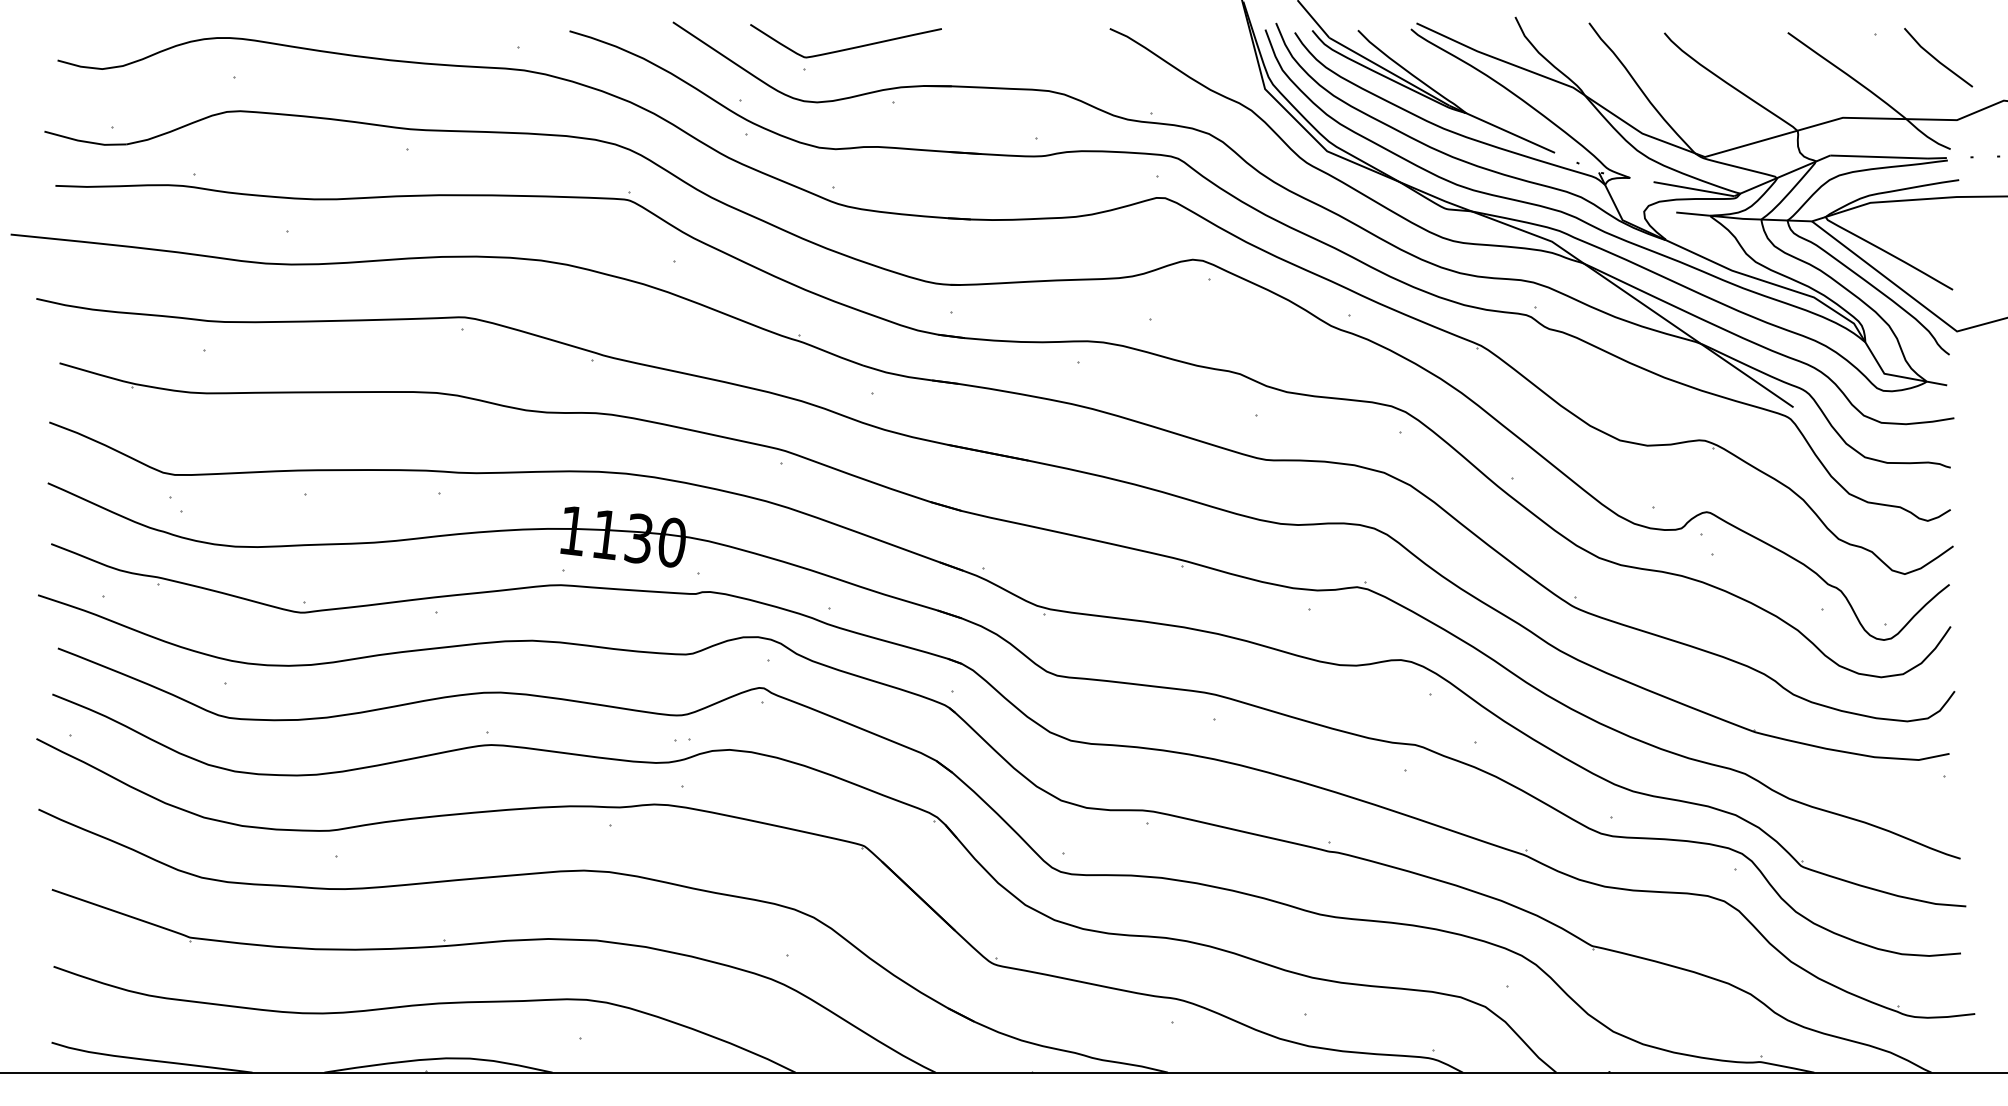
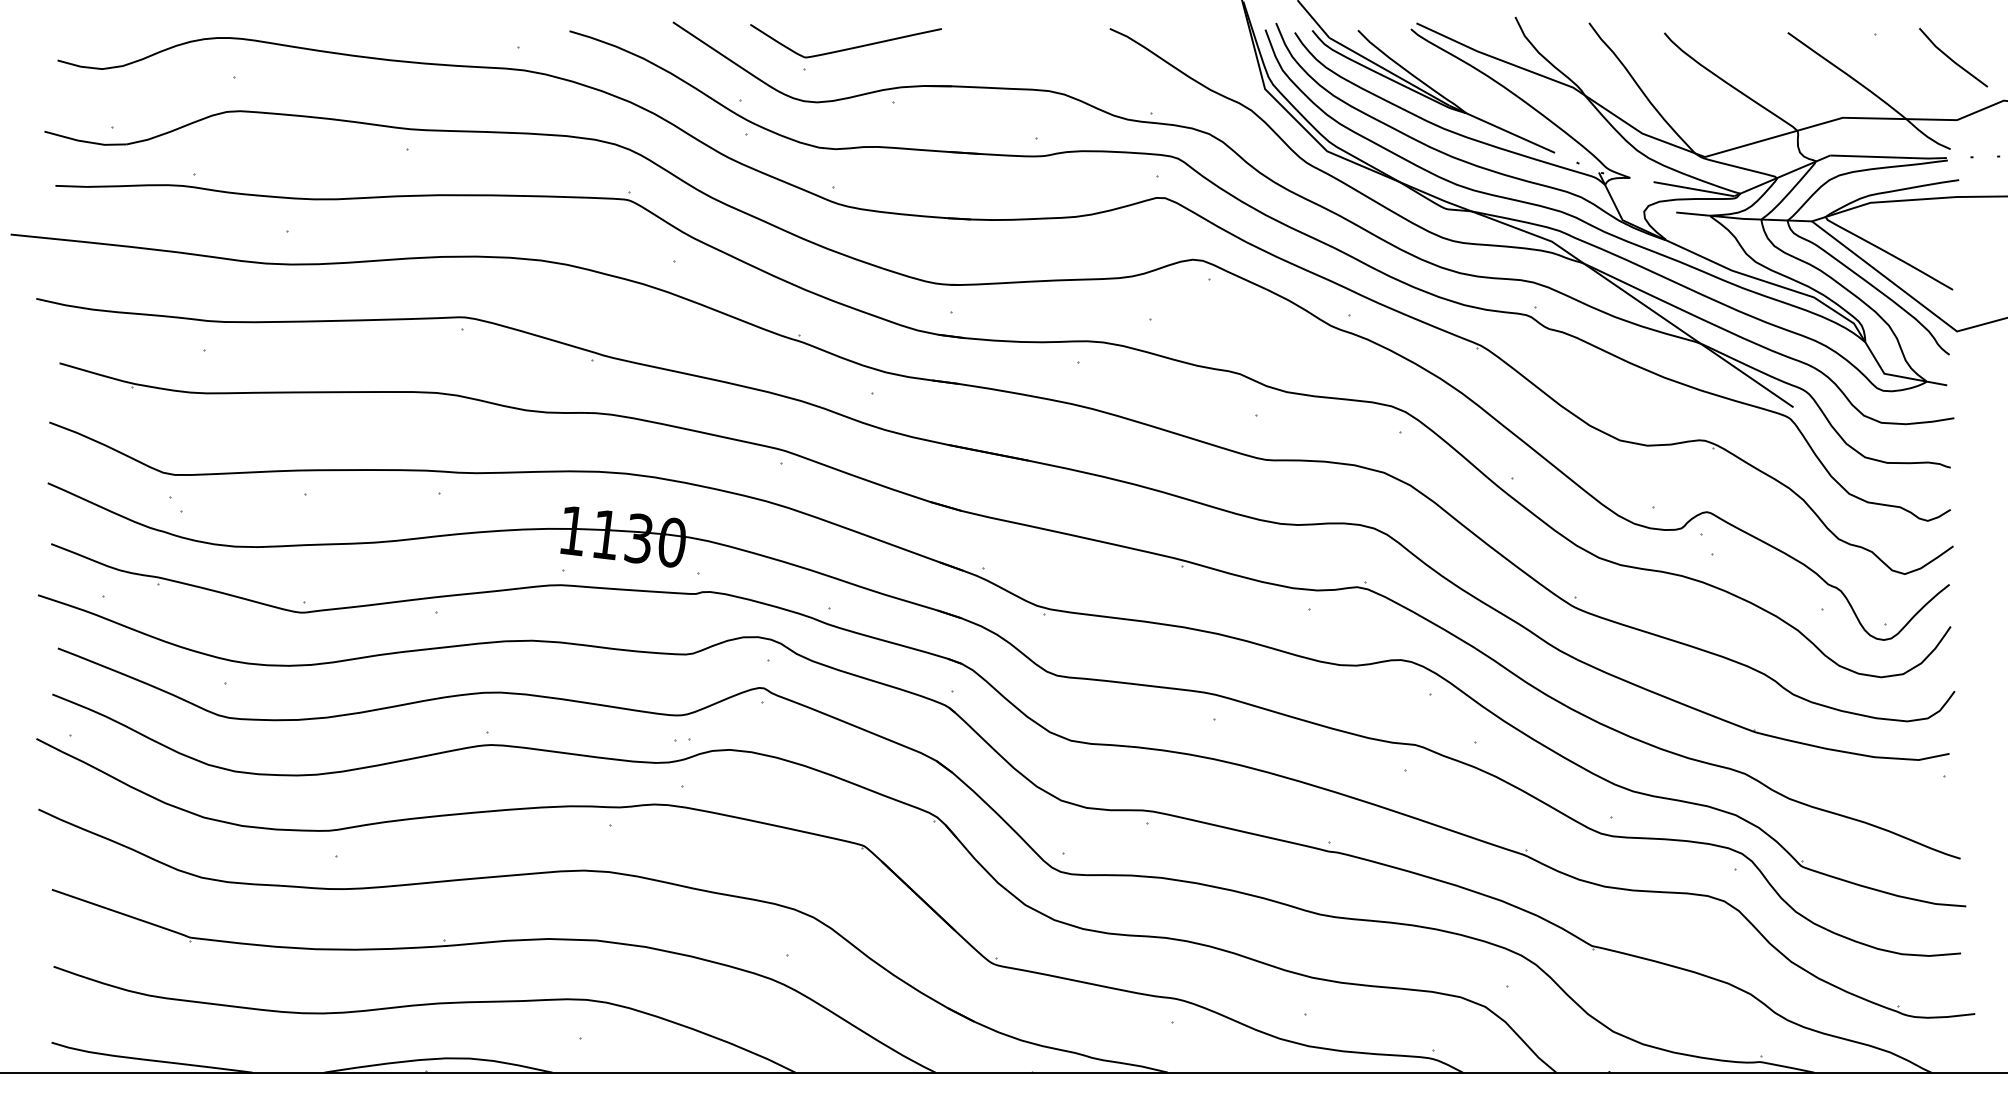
line at (1936, 58) position: (1936, 58) -> (1951, 58)
